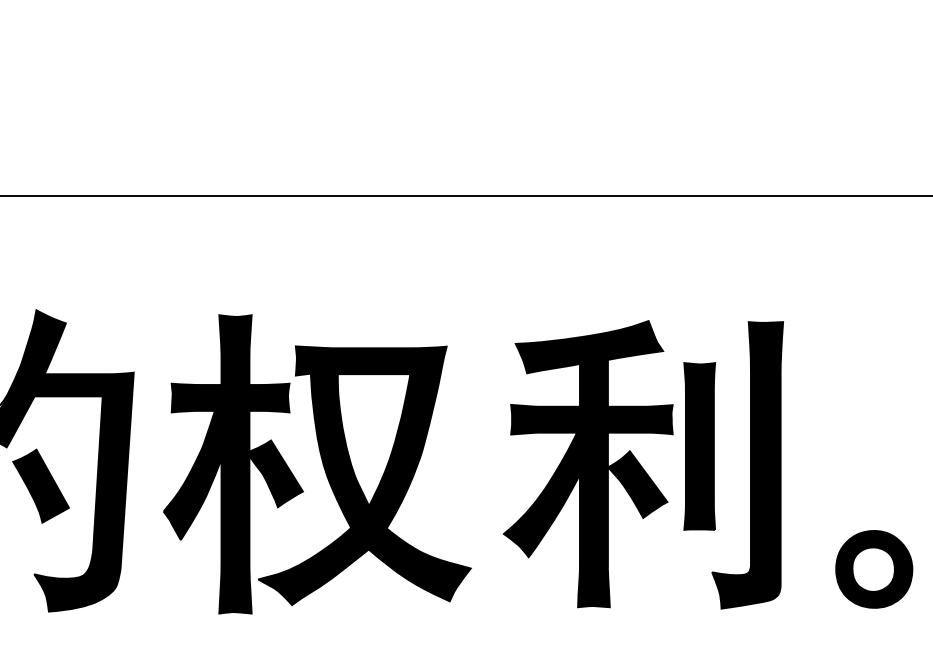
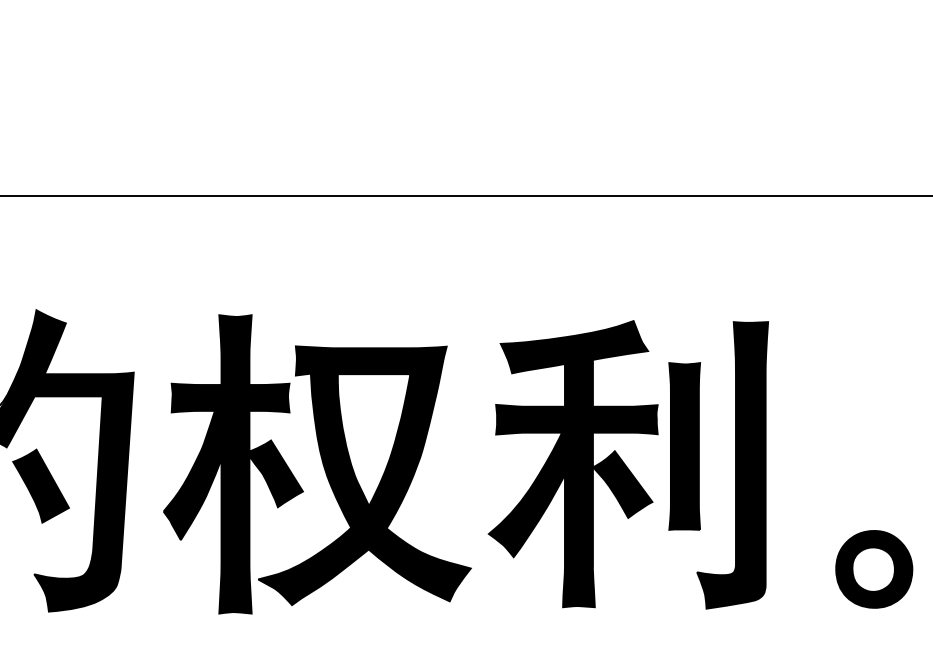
part at (642, 464) position: (642, 464) -> (627, 464)
